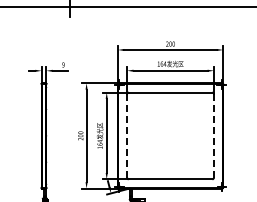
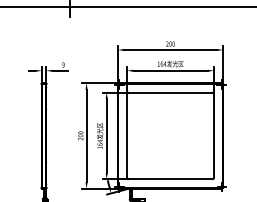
line at (127, 135): dashed -> solid
line at (213, 135): dashed -> solid
